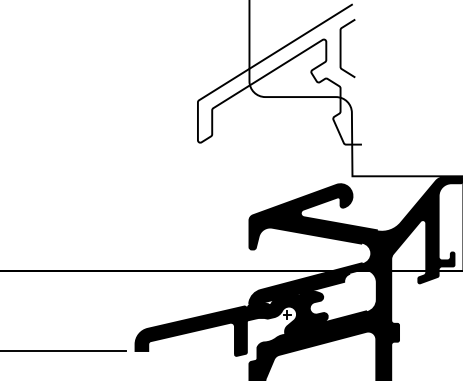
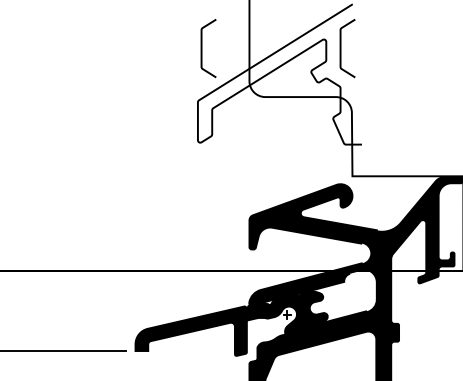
curve at (202, 48): none -> present
